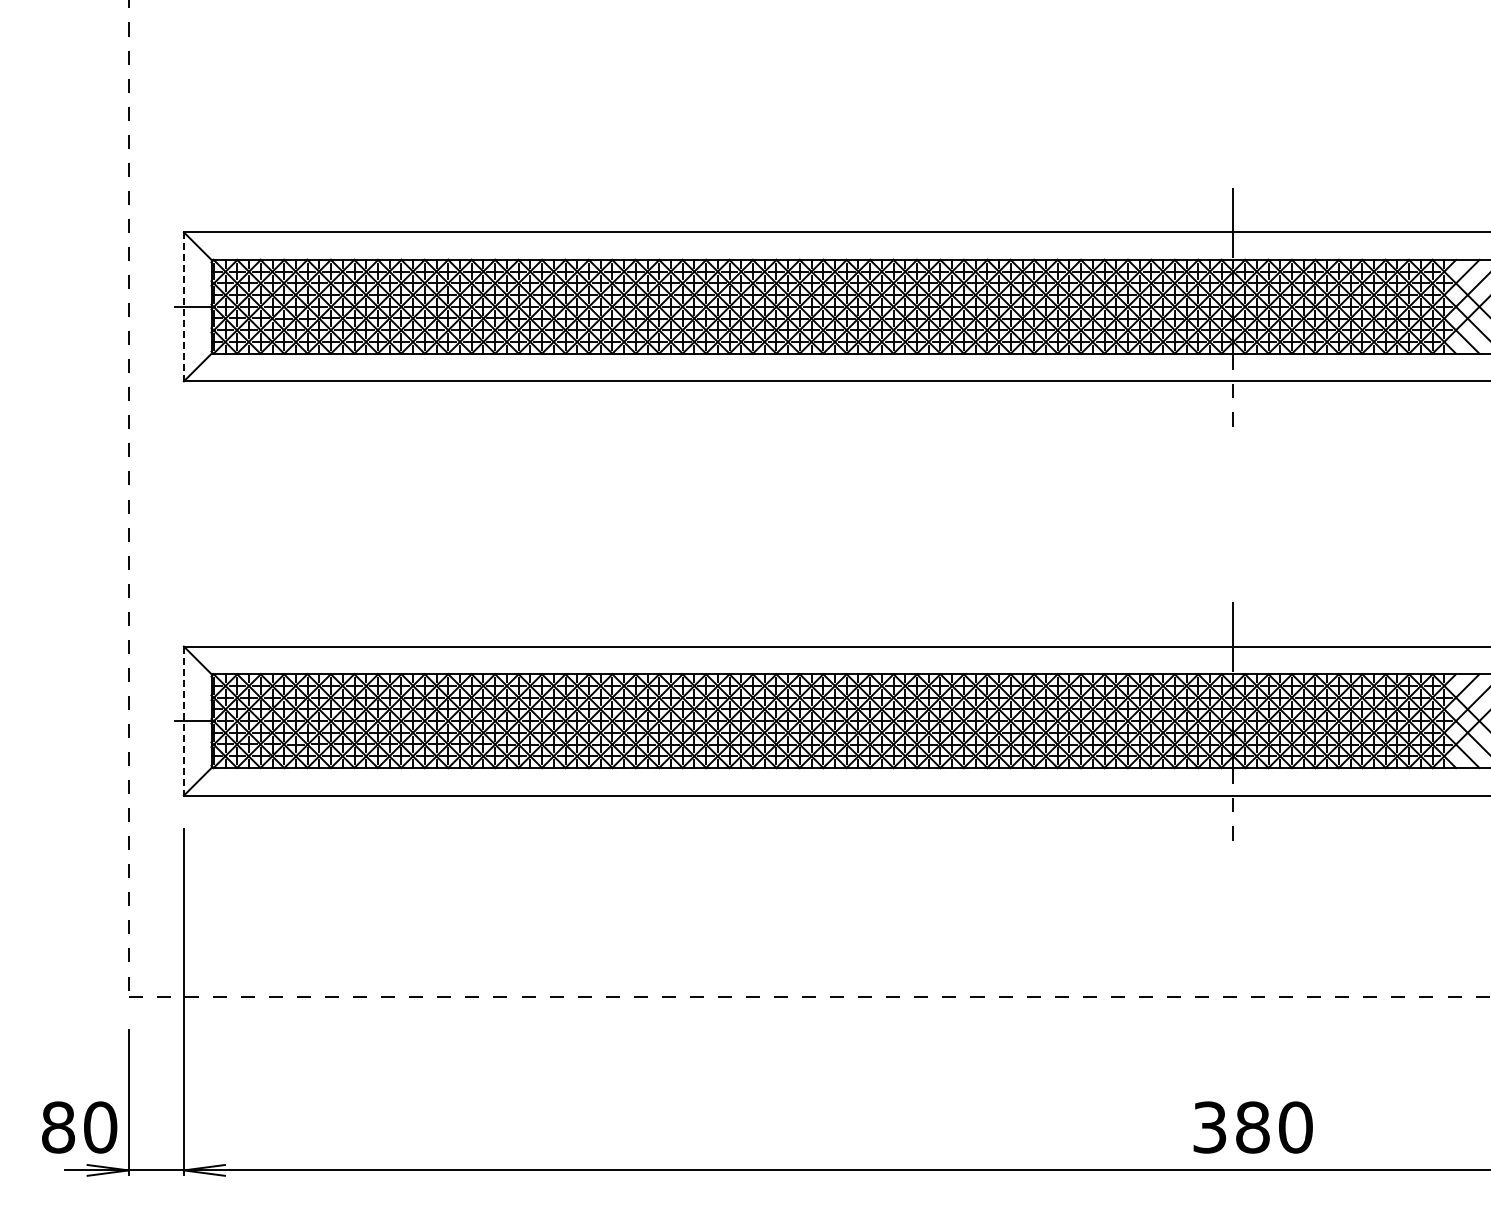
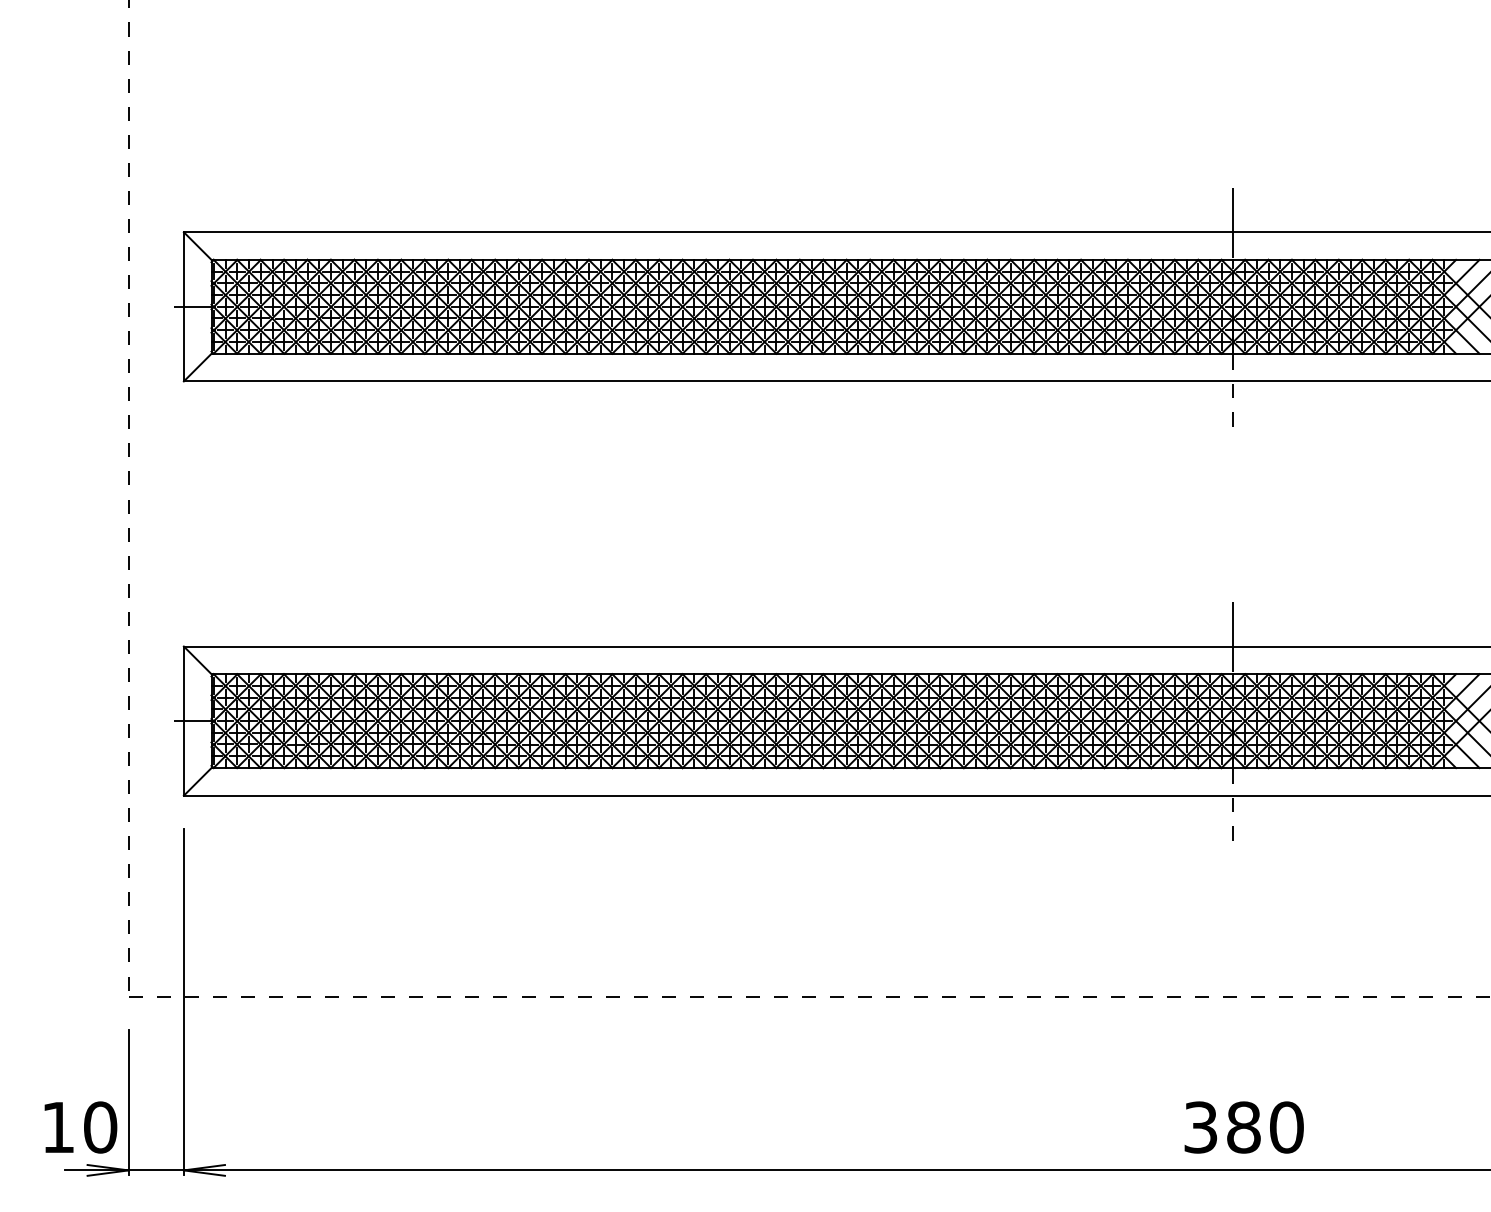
line at (183, 306): dashed -> solid
line at (183, 721): dashed -> solid
text at (58, 1127): 80 -> 10
text at (1252, 1127) position: (1252, 1127) -> (1243, 1127)
